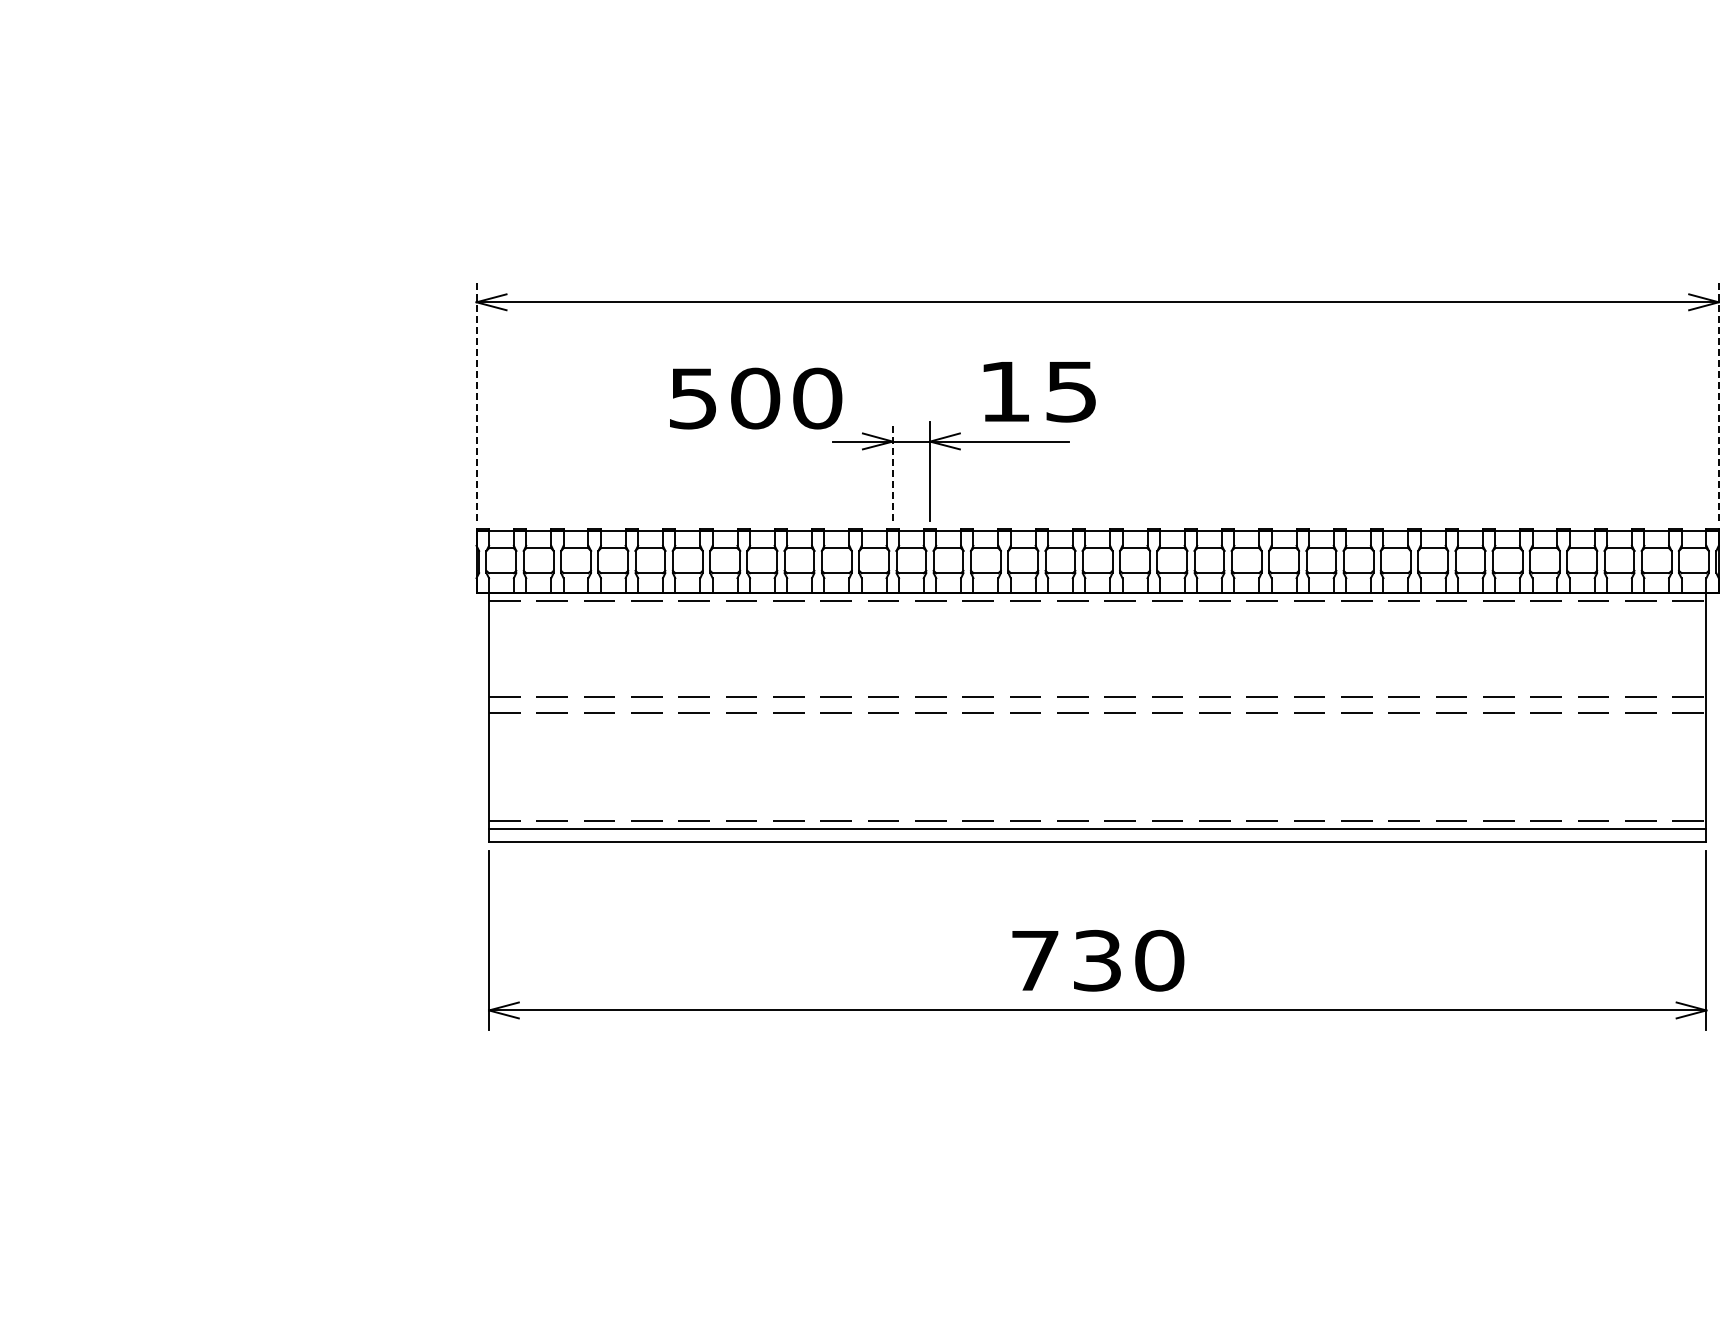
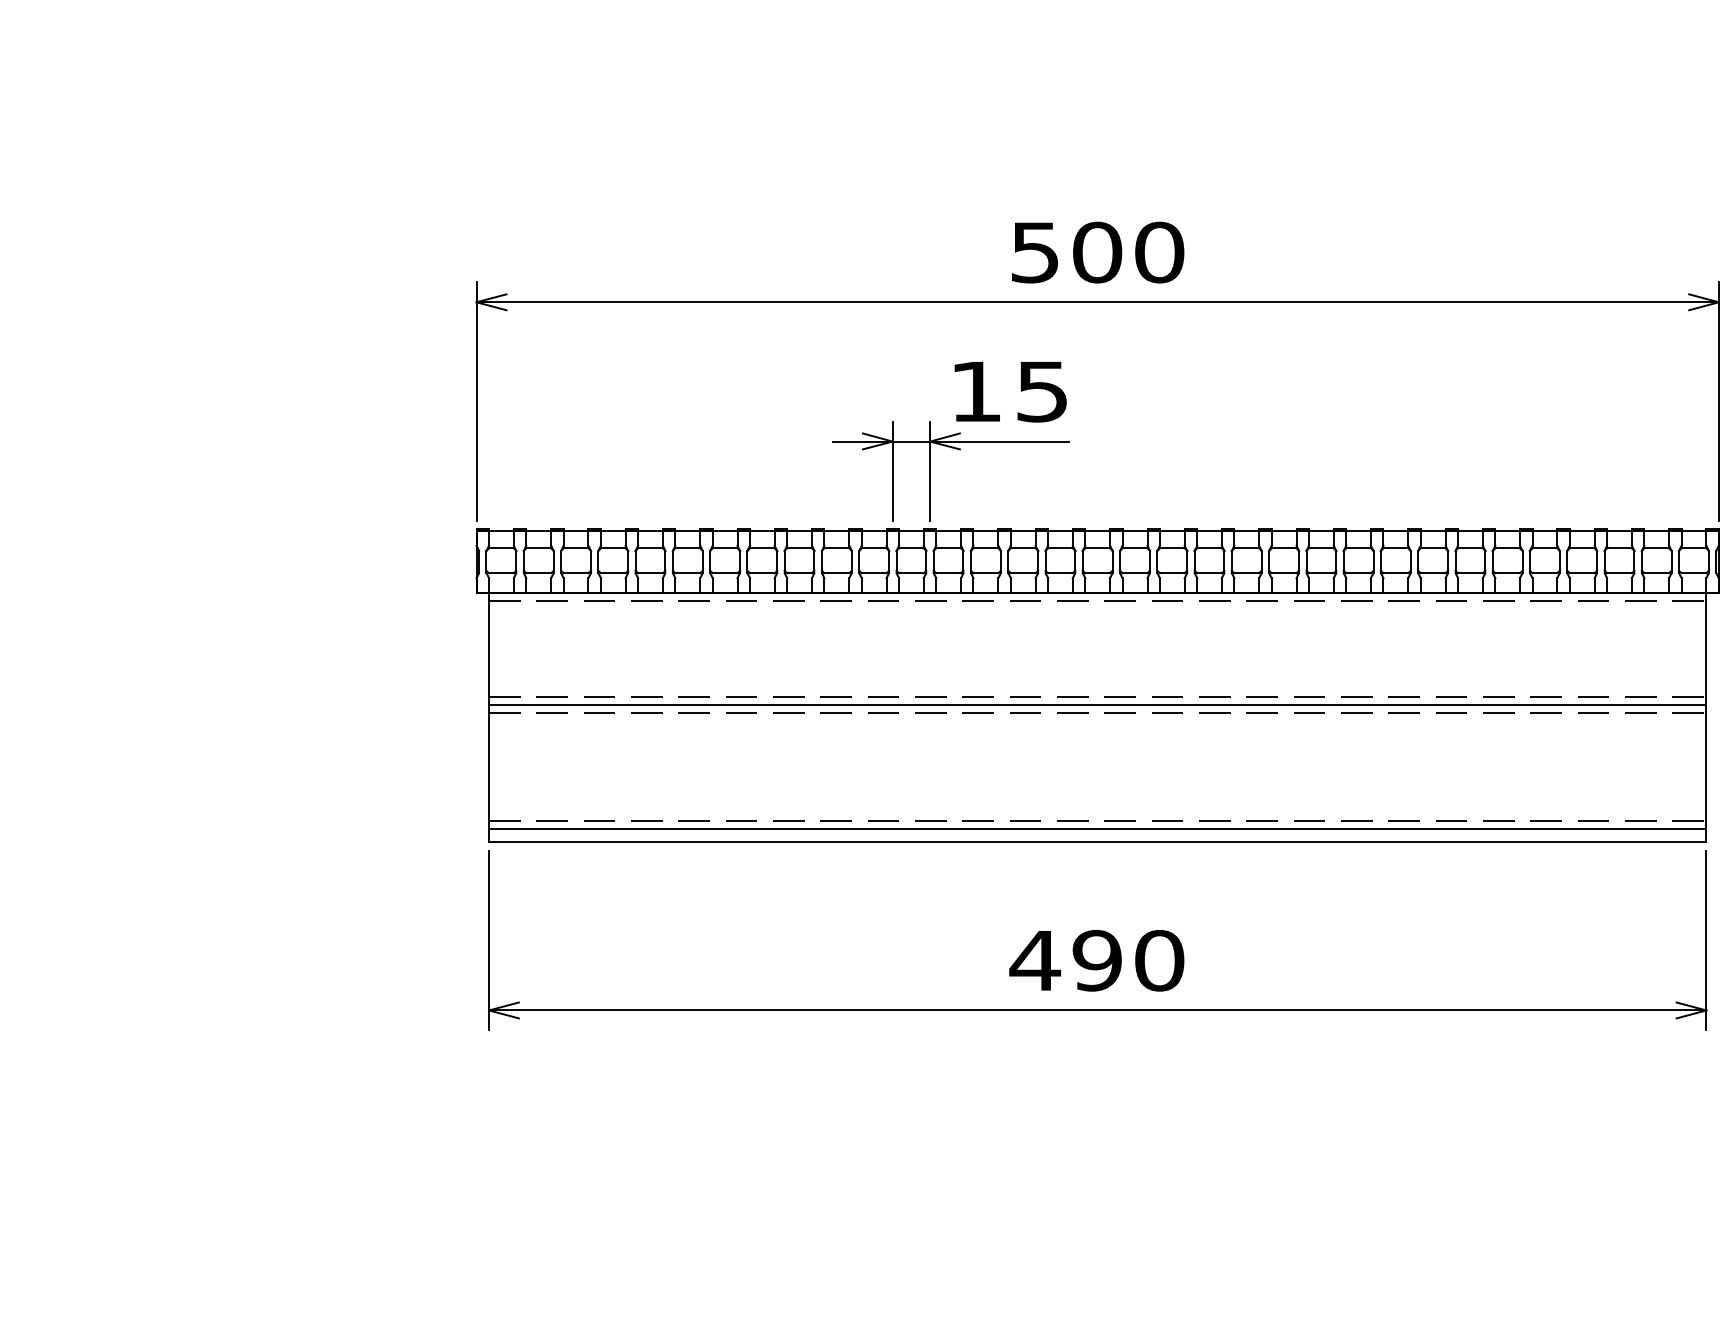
text at (1039, 392) position: (1039, 392) -> (1010, 392)
text at (756, 398) position: (756, 398) -> (1098, 252)
line at (476, 401): dashed -> solid
line at (1718, 401): dashed -> solid
line at (892, 471): dashed -> solid
line at (1097, 704): none -> present
text at (1065, 960): 730 -> 490
